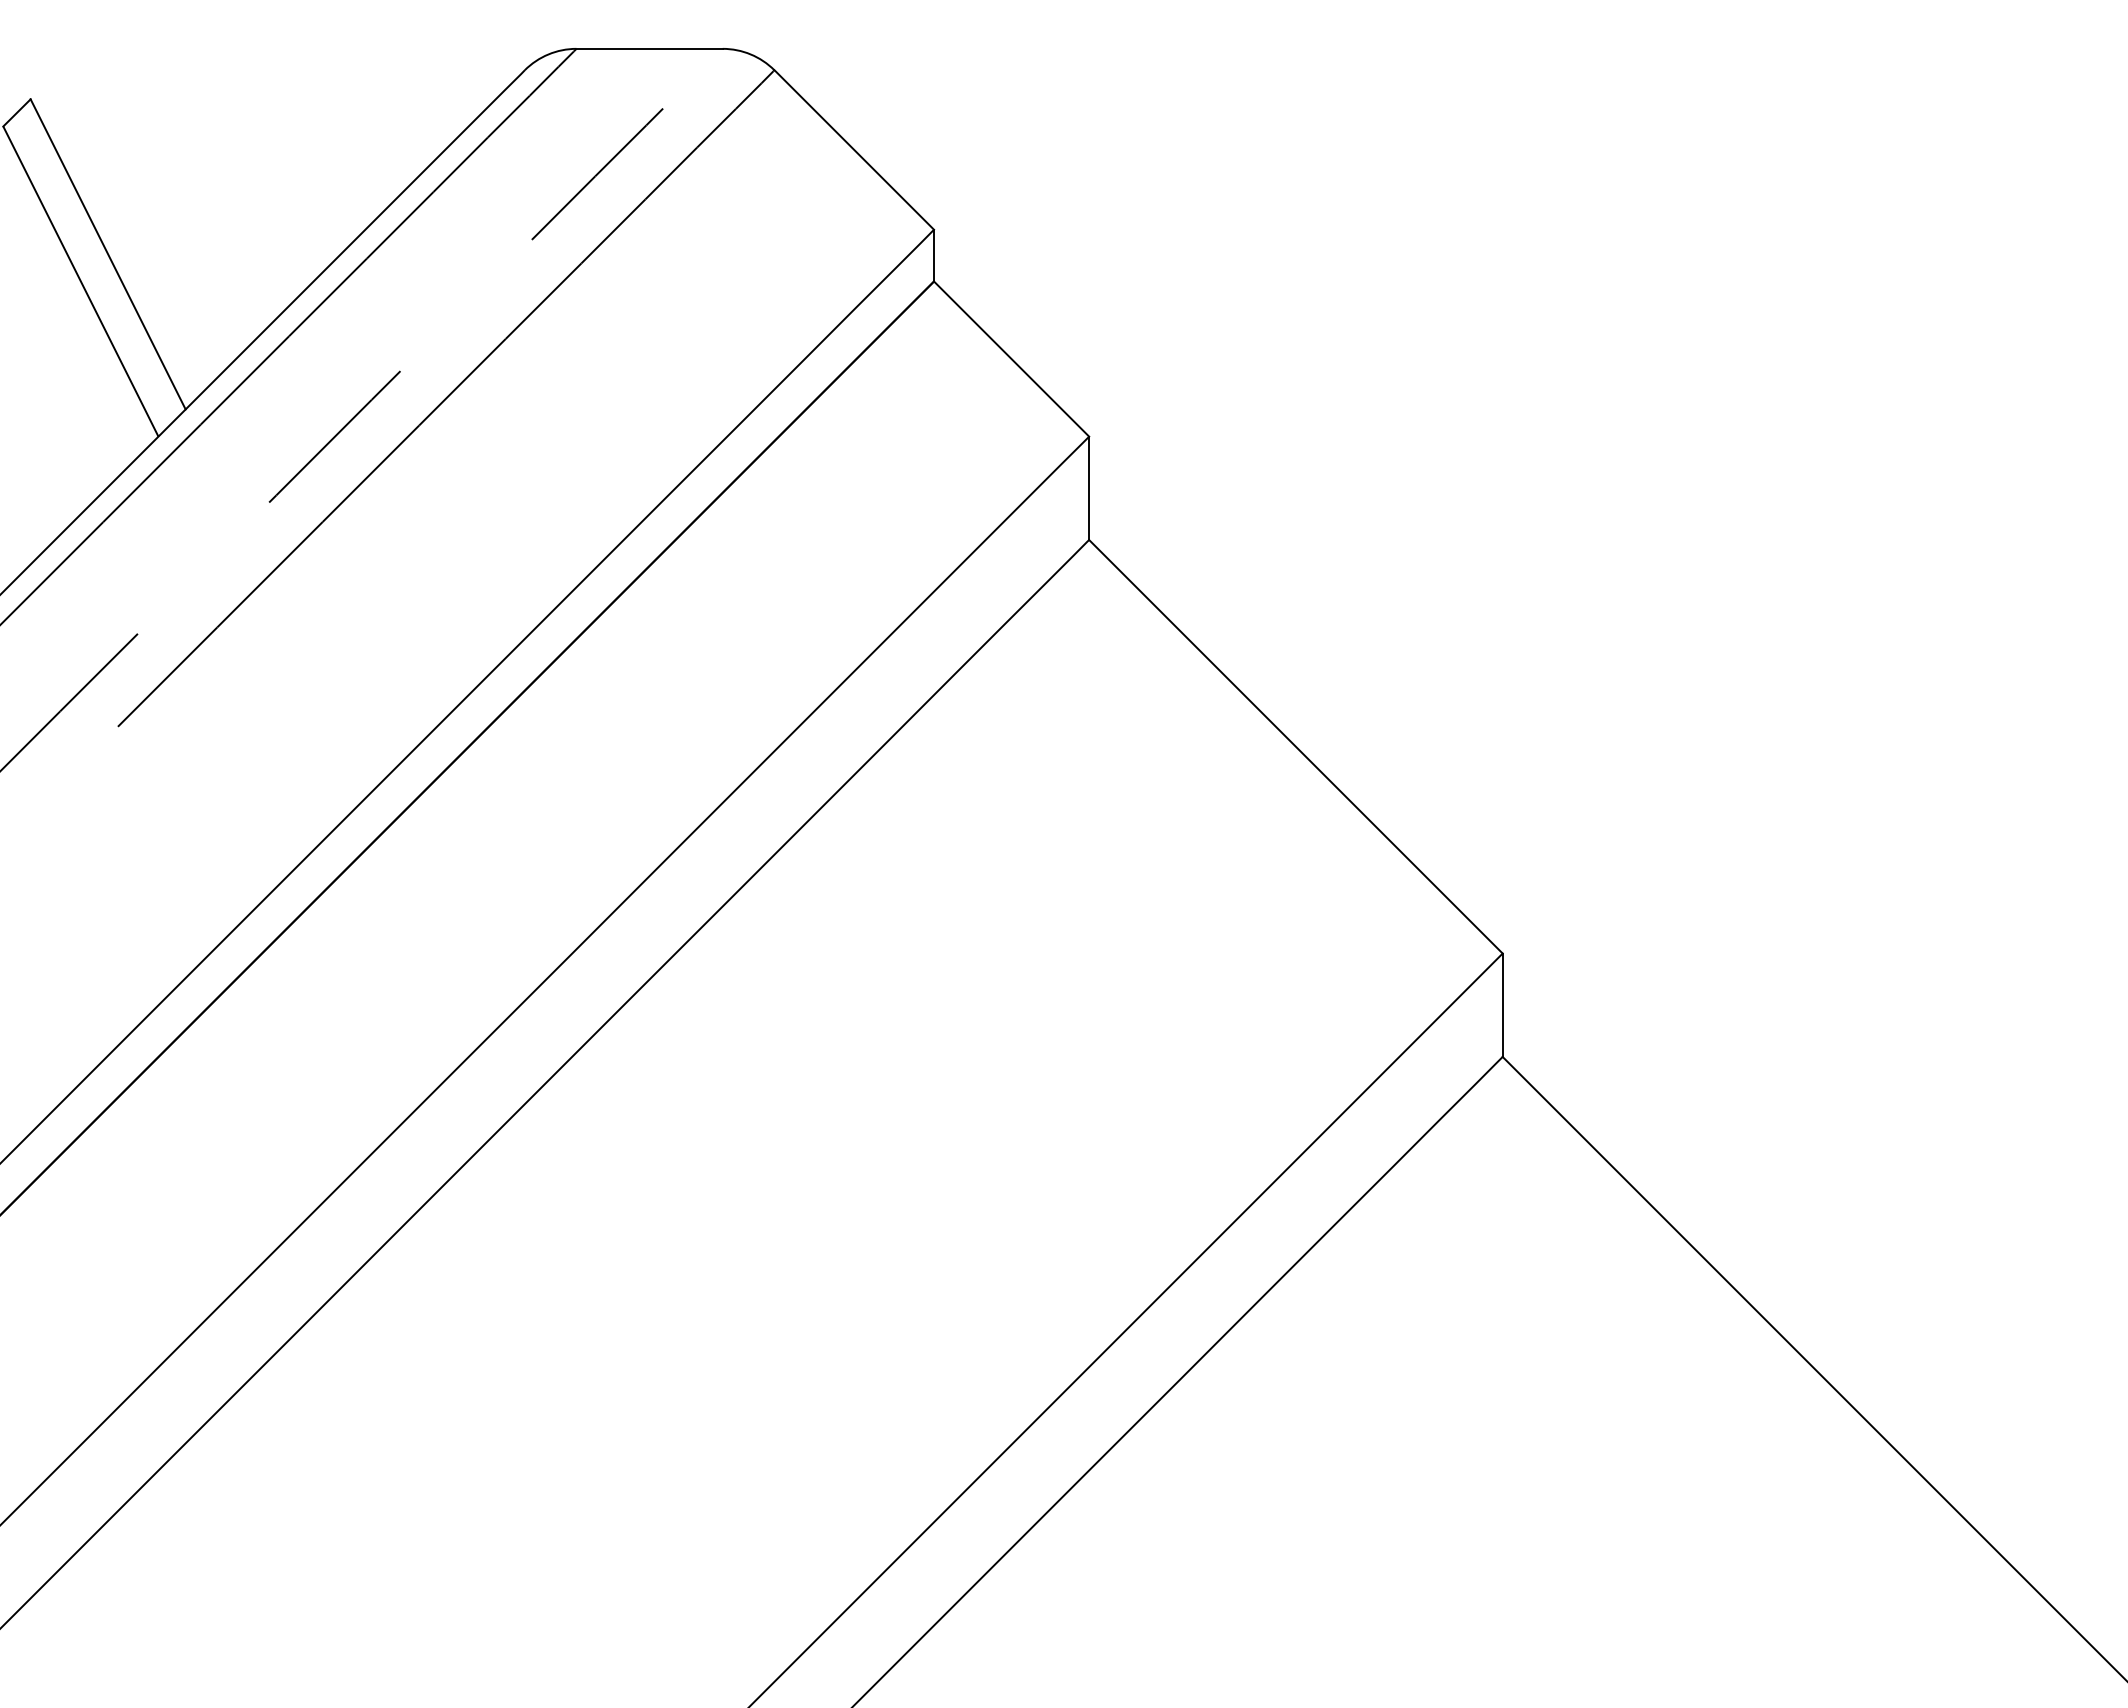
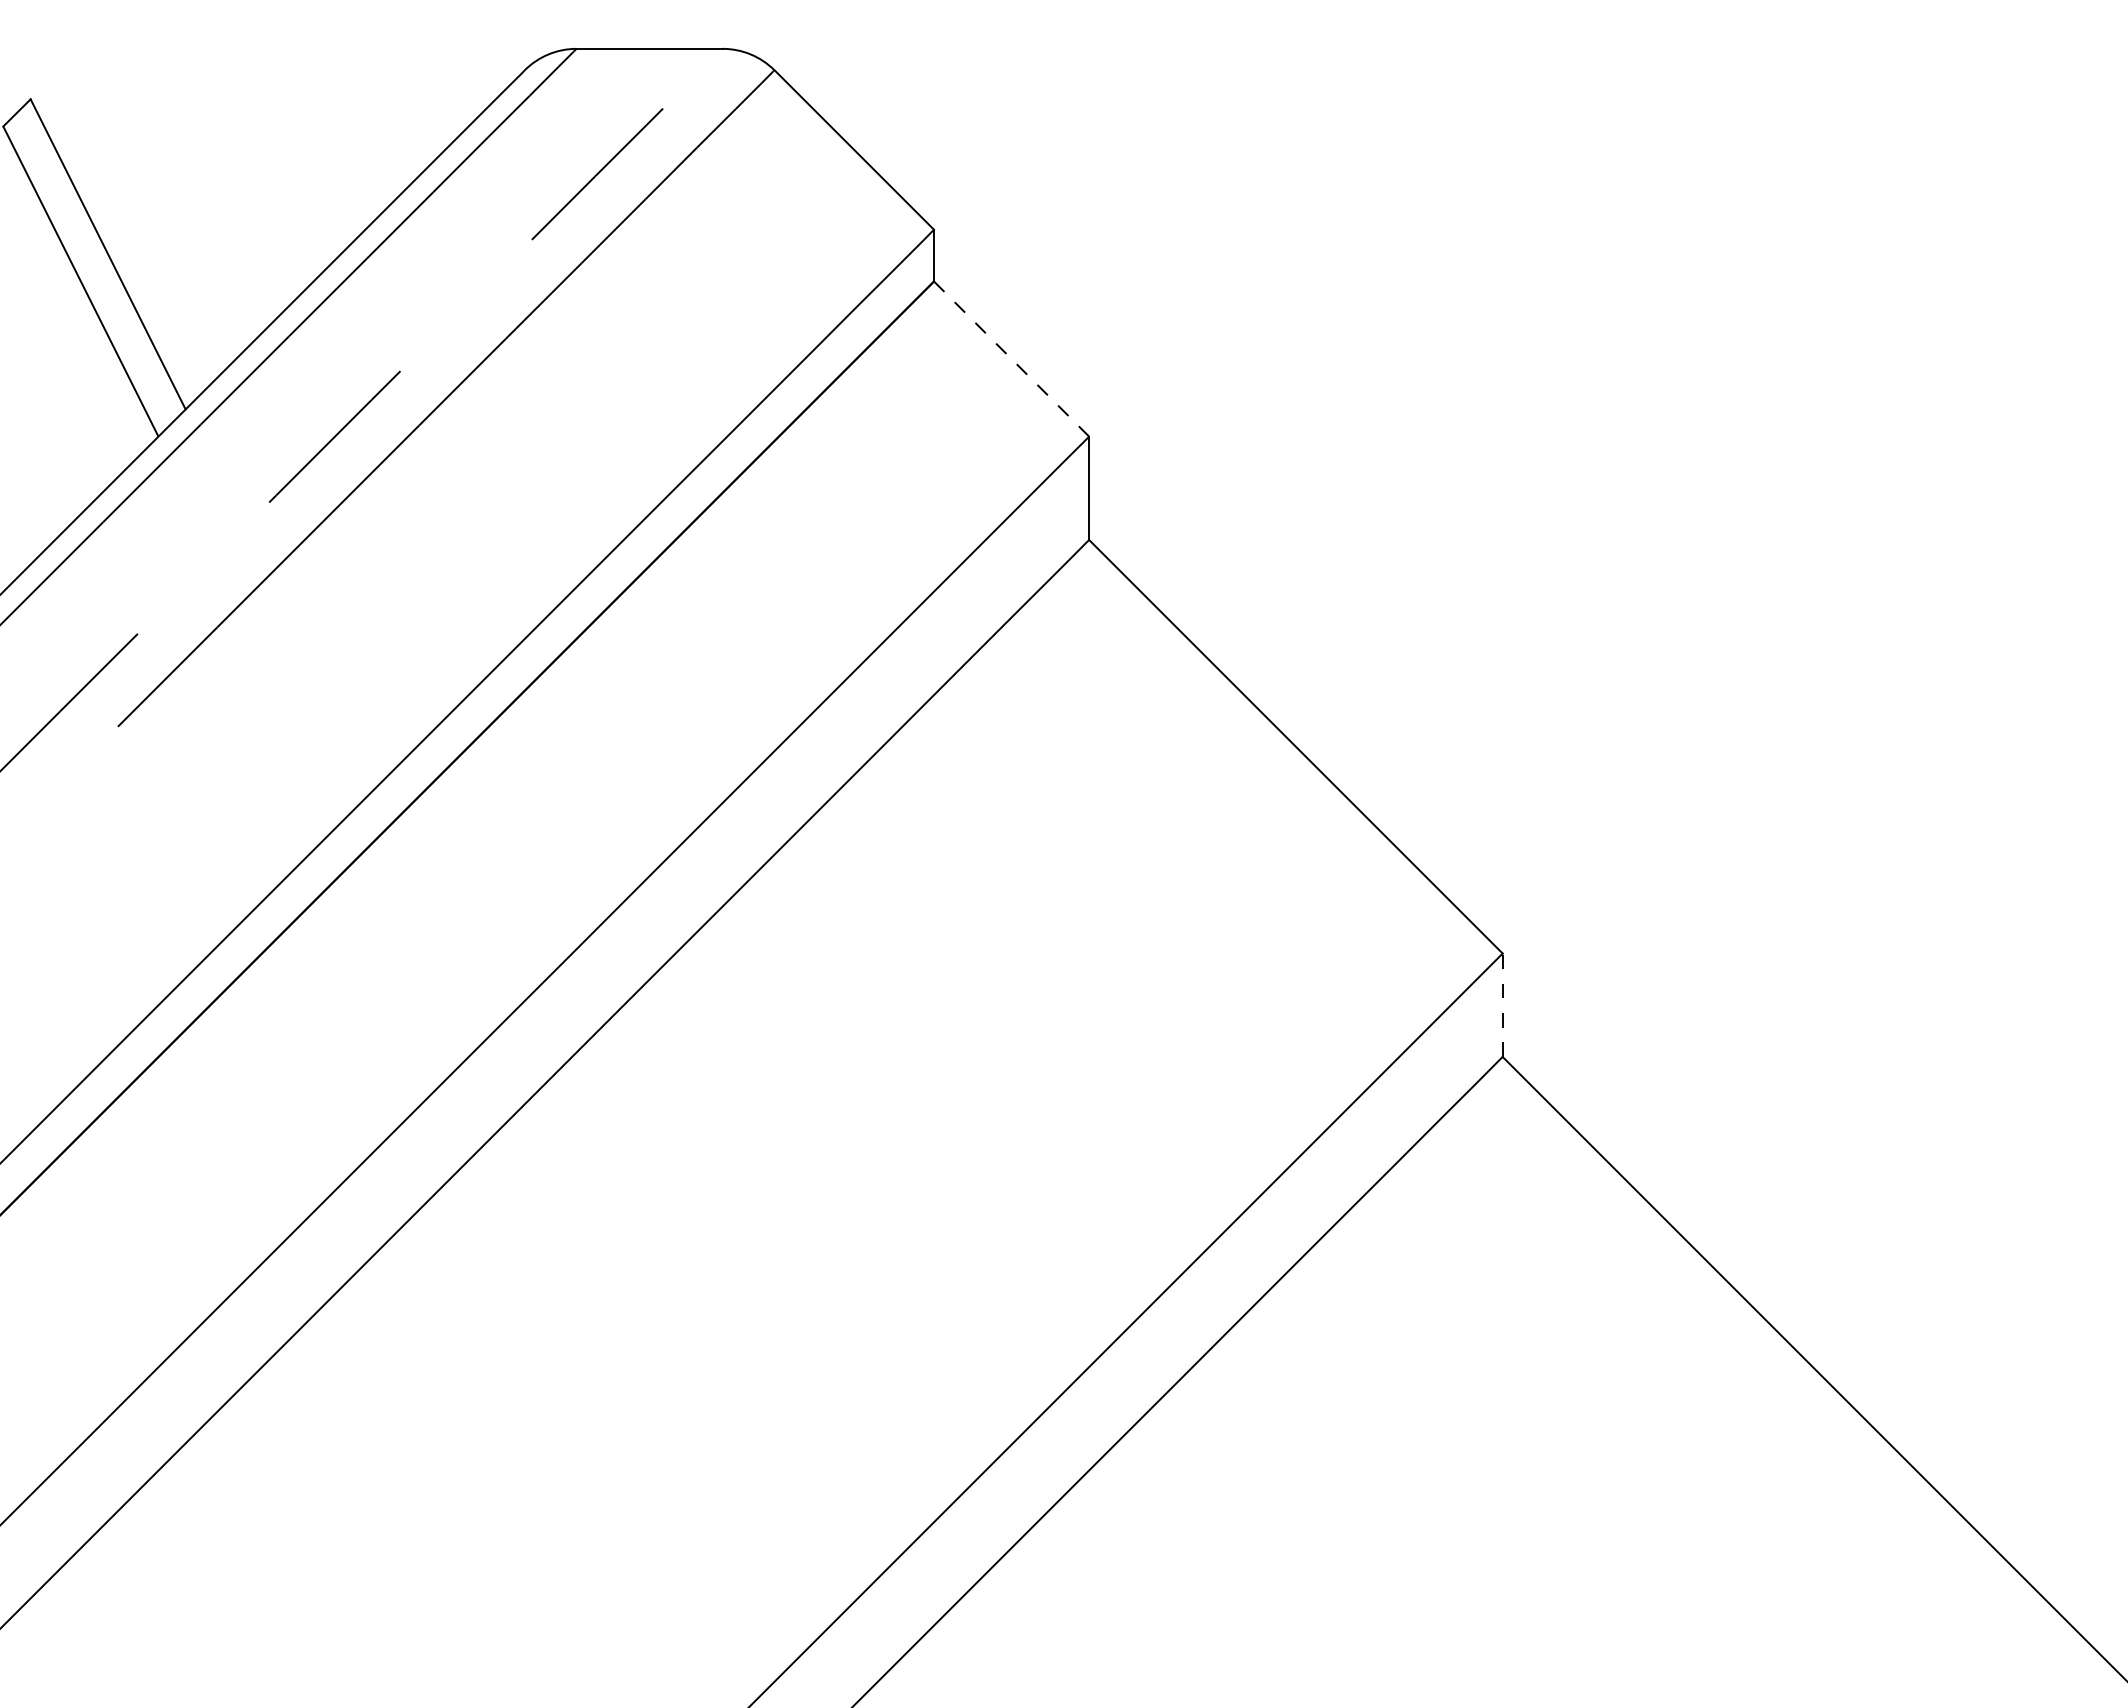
line at (1011, 359): solid -> dashed
line at (1502, 1005): solid -> dashed
